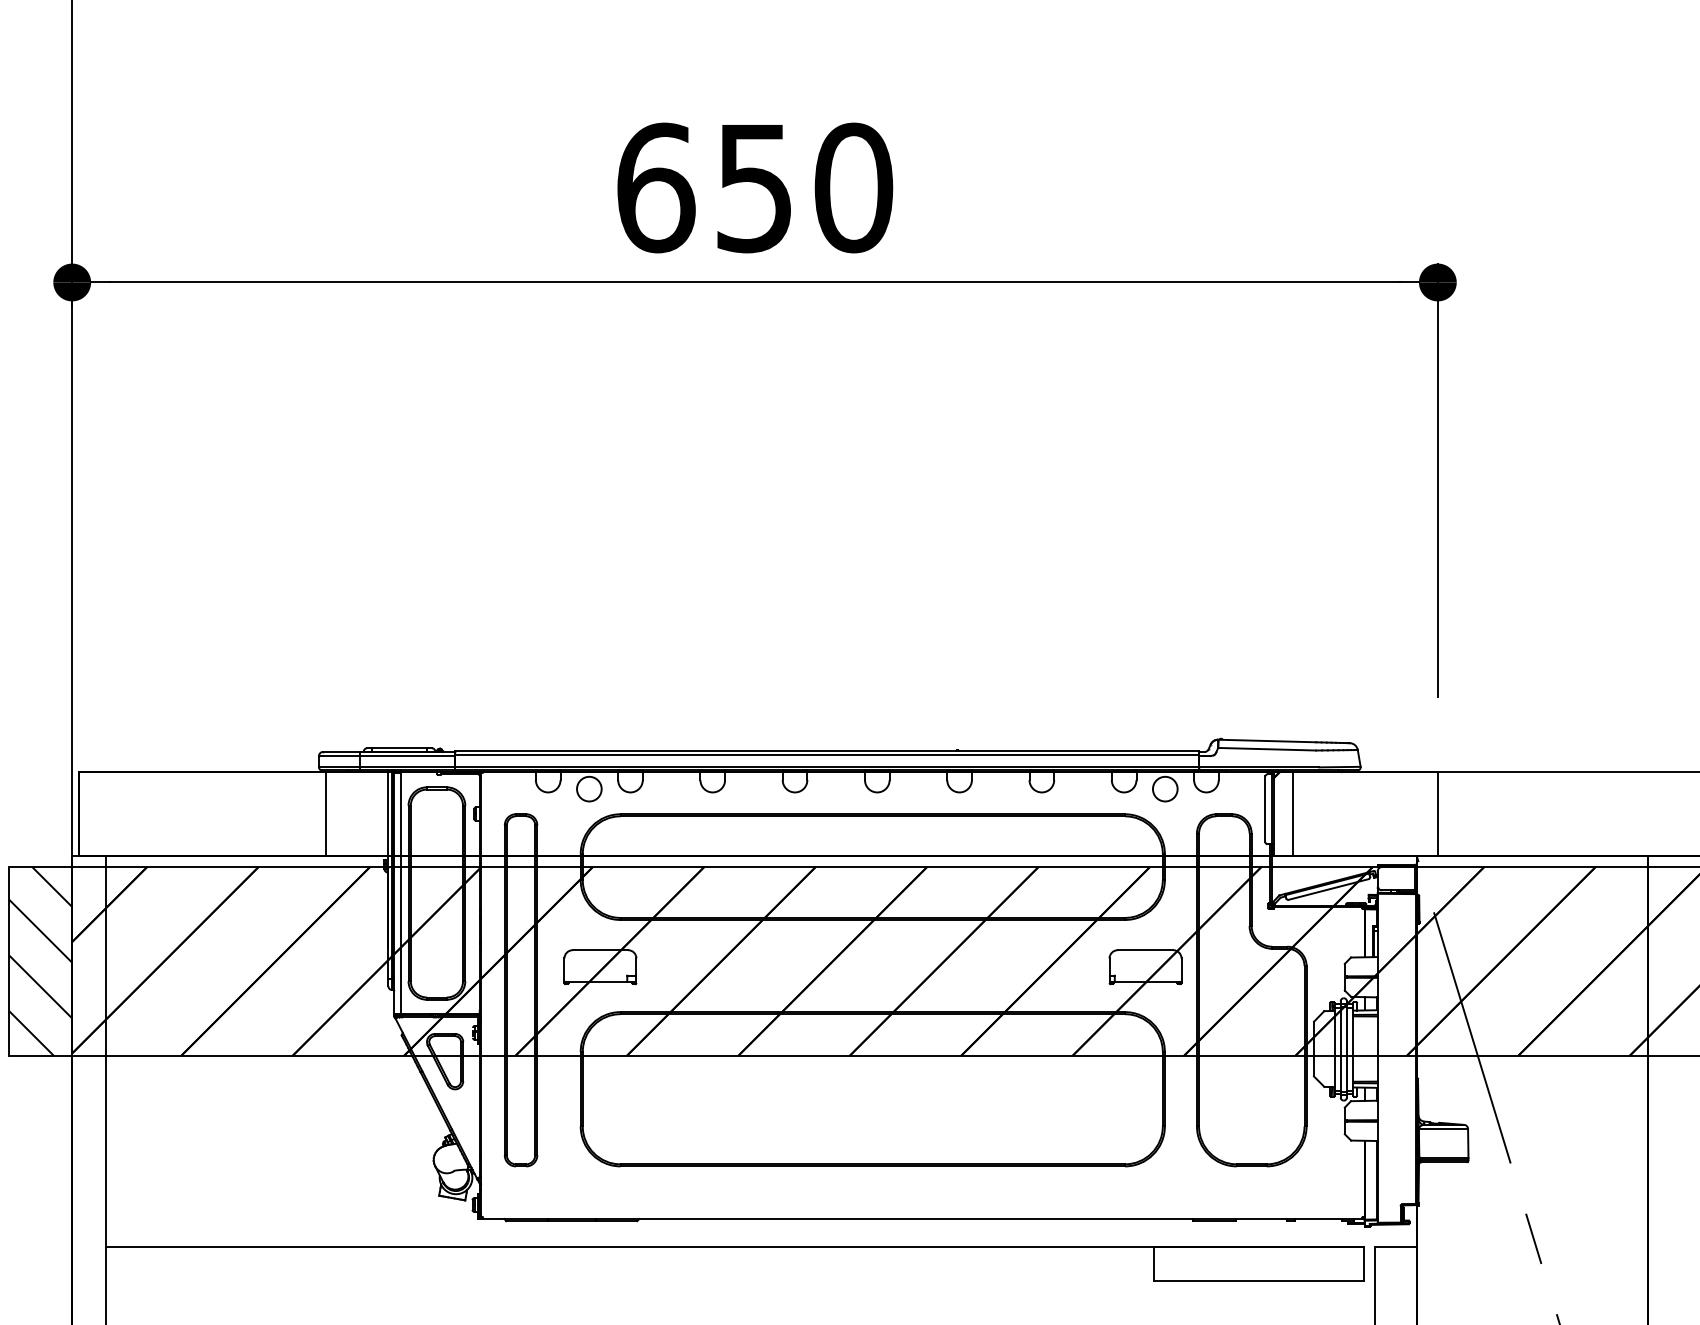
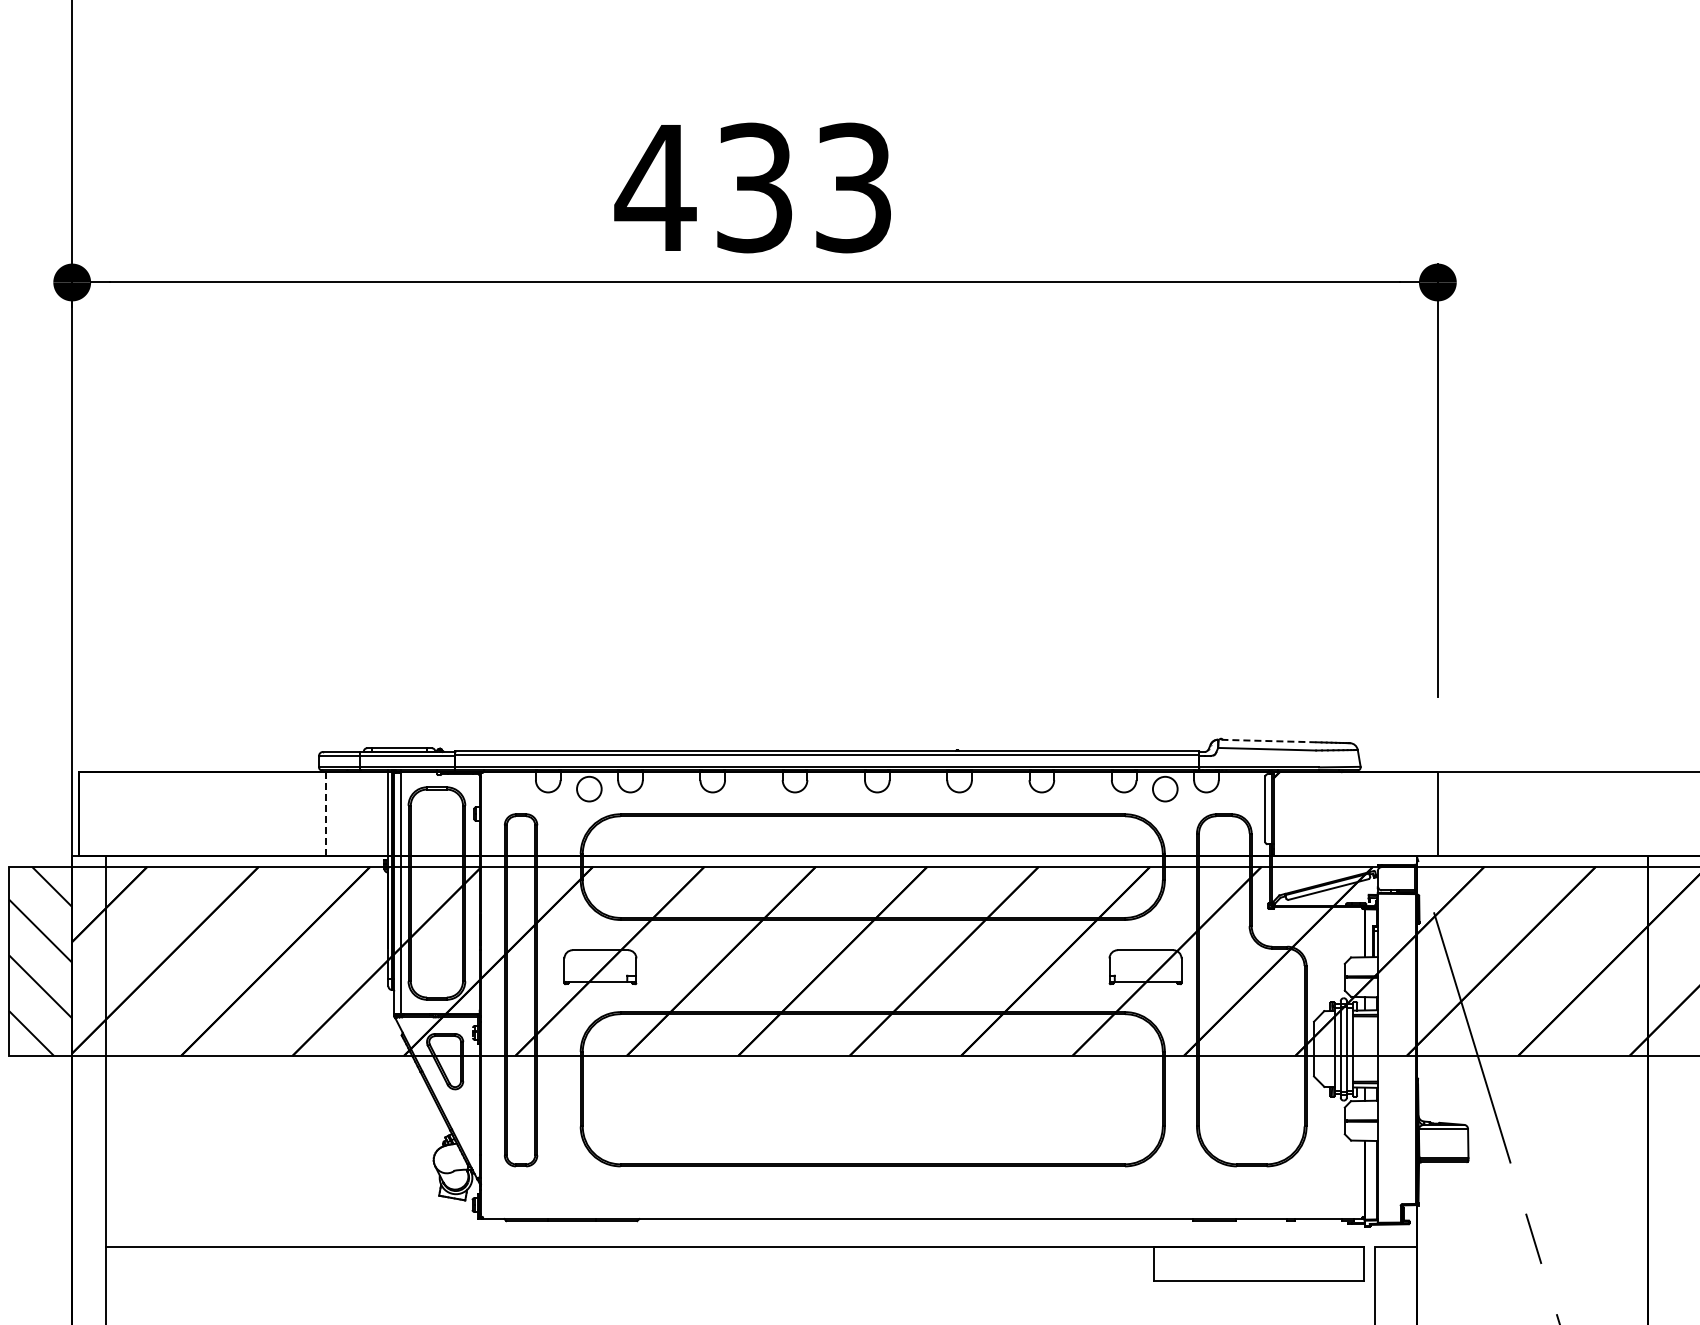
text at (753, 187): 650 -> 433
line at (1266, 741): solid -> dashed
line at (326, 813): solid -> dashed
line at (1292, 814): present -> none
